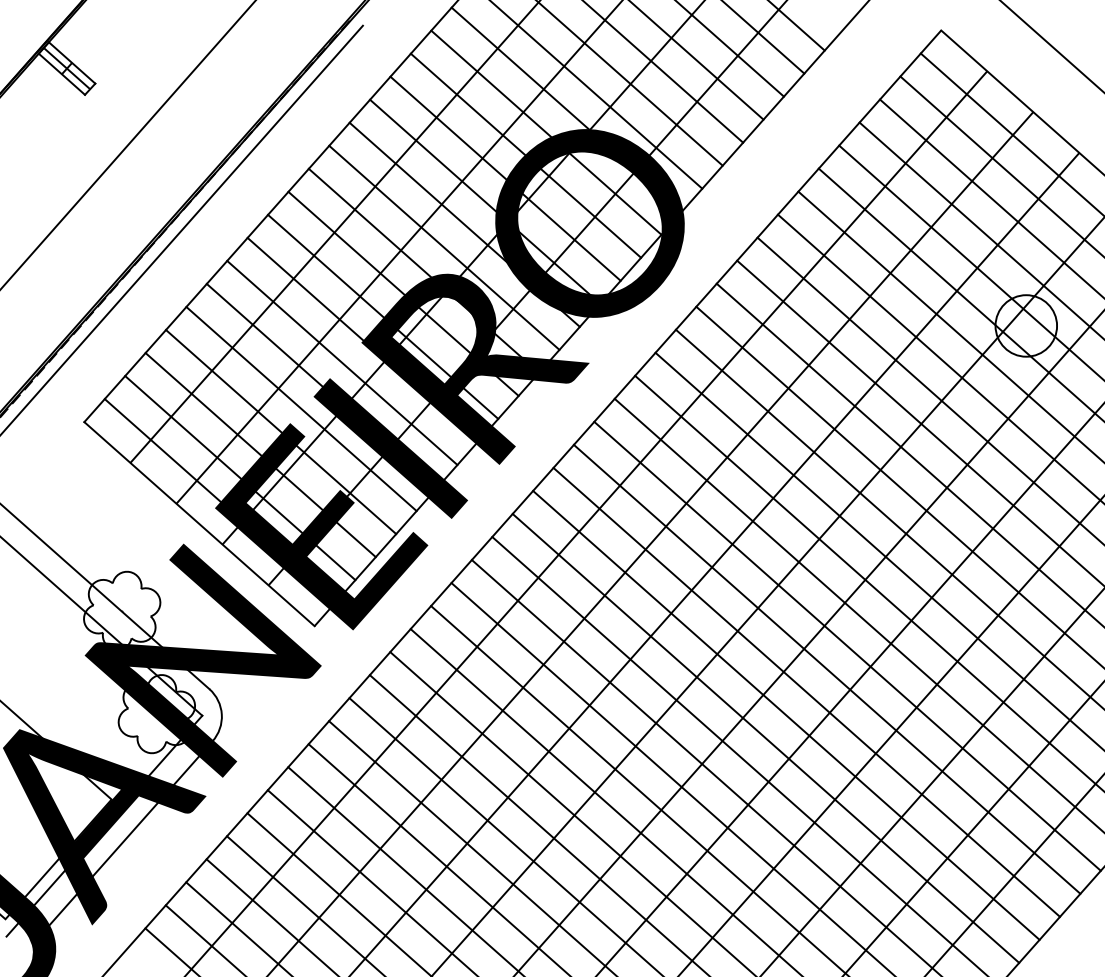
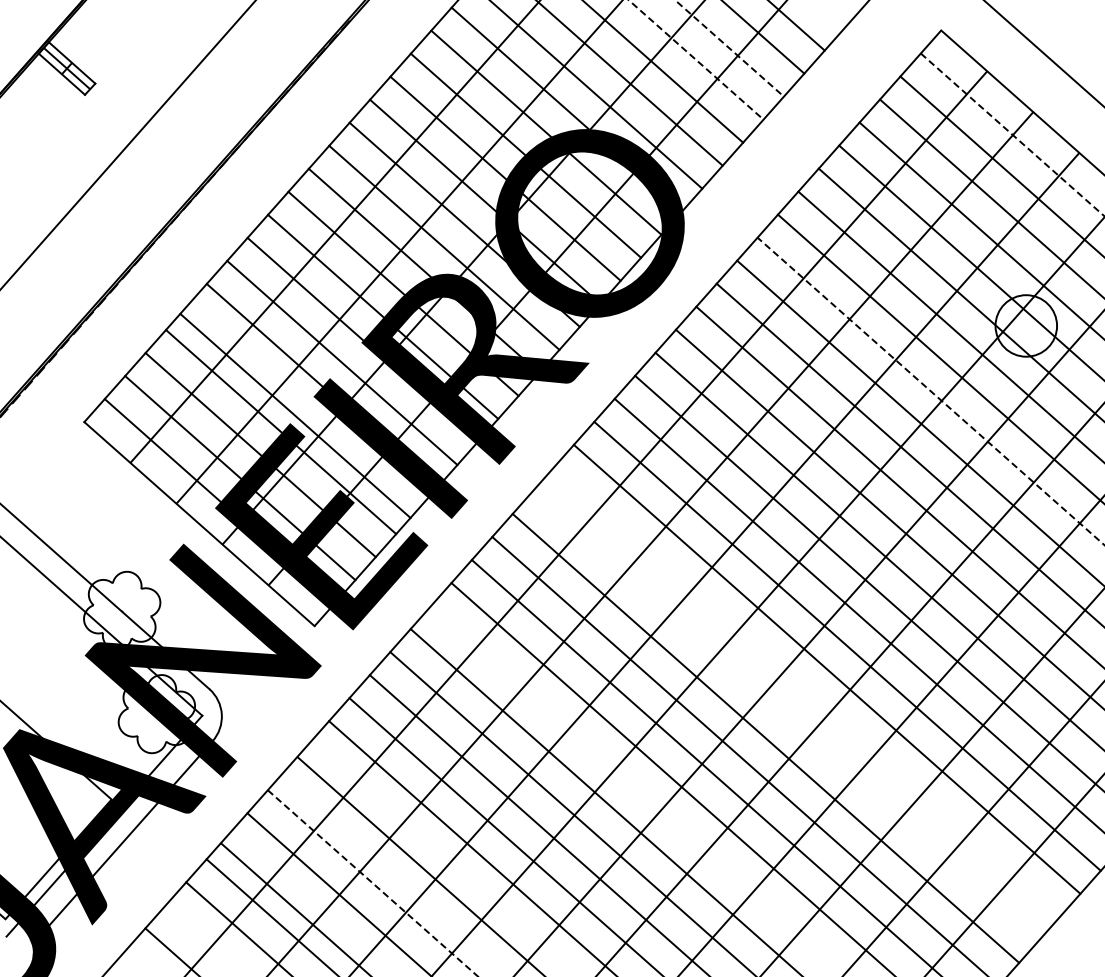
line at (1051, 46) position: (1051, 46) -> (1043, 53)
line at (730, 48): solid -> dashed
line at (696, 60): solid -> dashed
line at (1012, 135): solid -> dashed
line at (182, 229): present -> none
line at (931, 391): solid -> dashed
line at (301, 408) position: (301, 408) -> (295, 415)
line at (806, 691): present -> none
line at (786, 714): present -> none
line at (638, 789): present -> none
line at (437, 858) position: (437, 858) -> (419, 865)
line at (404, 870): present -> none
line at (373, 883): solid -> dashed
line at (304, 904) position: (304, 904) -> (294, 908)
line at (203, 939): present -> none
